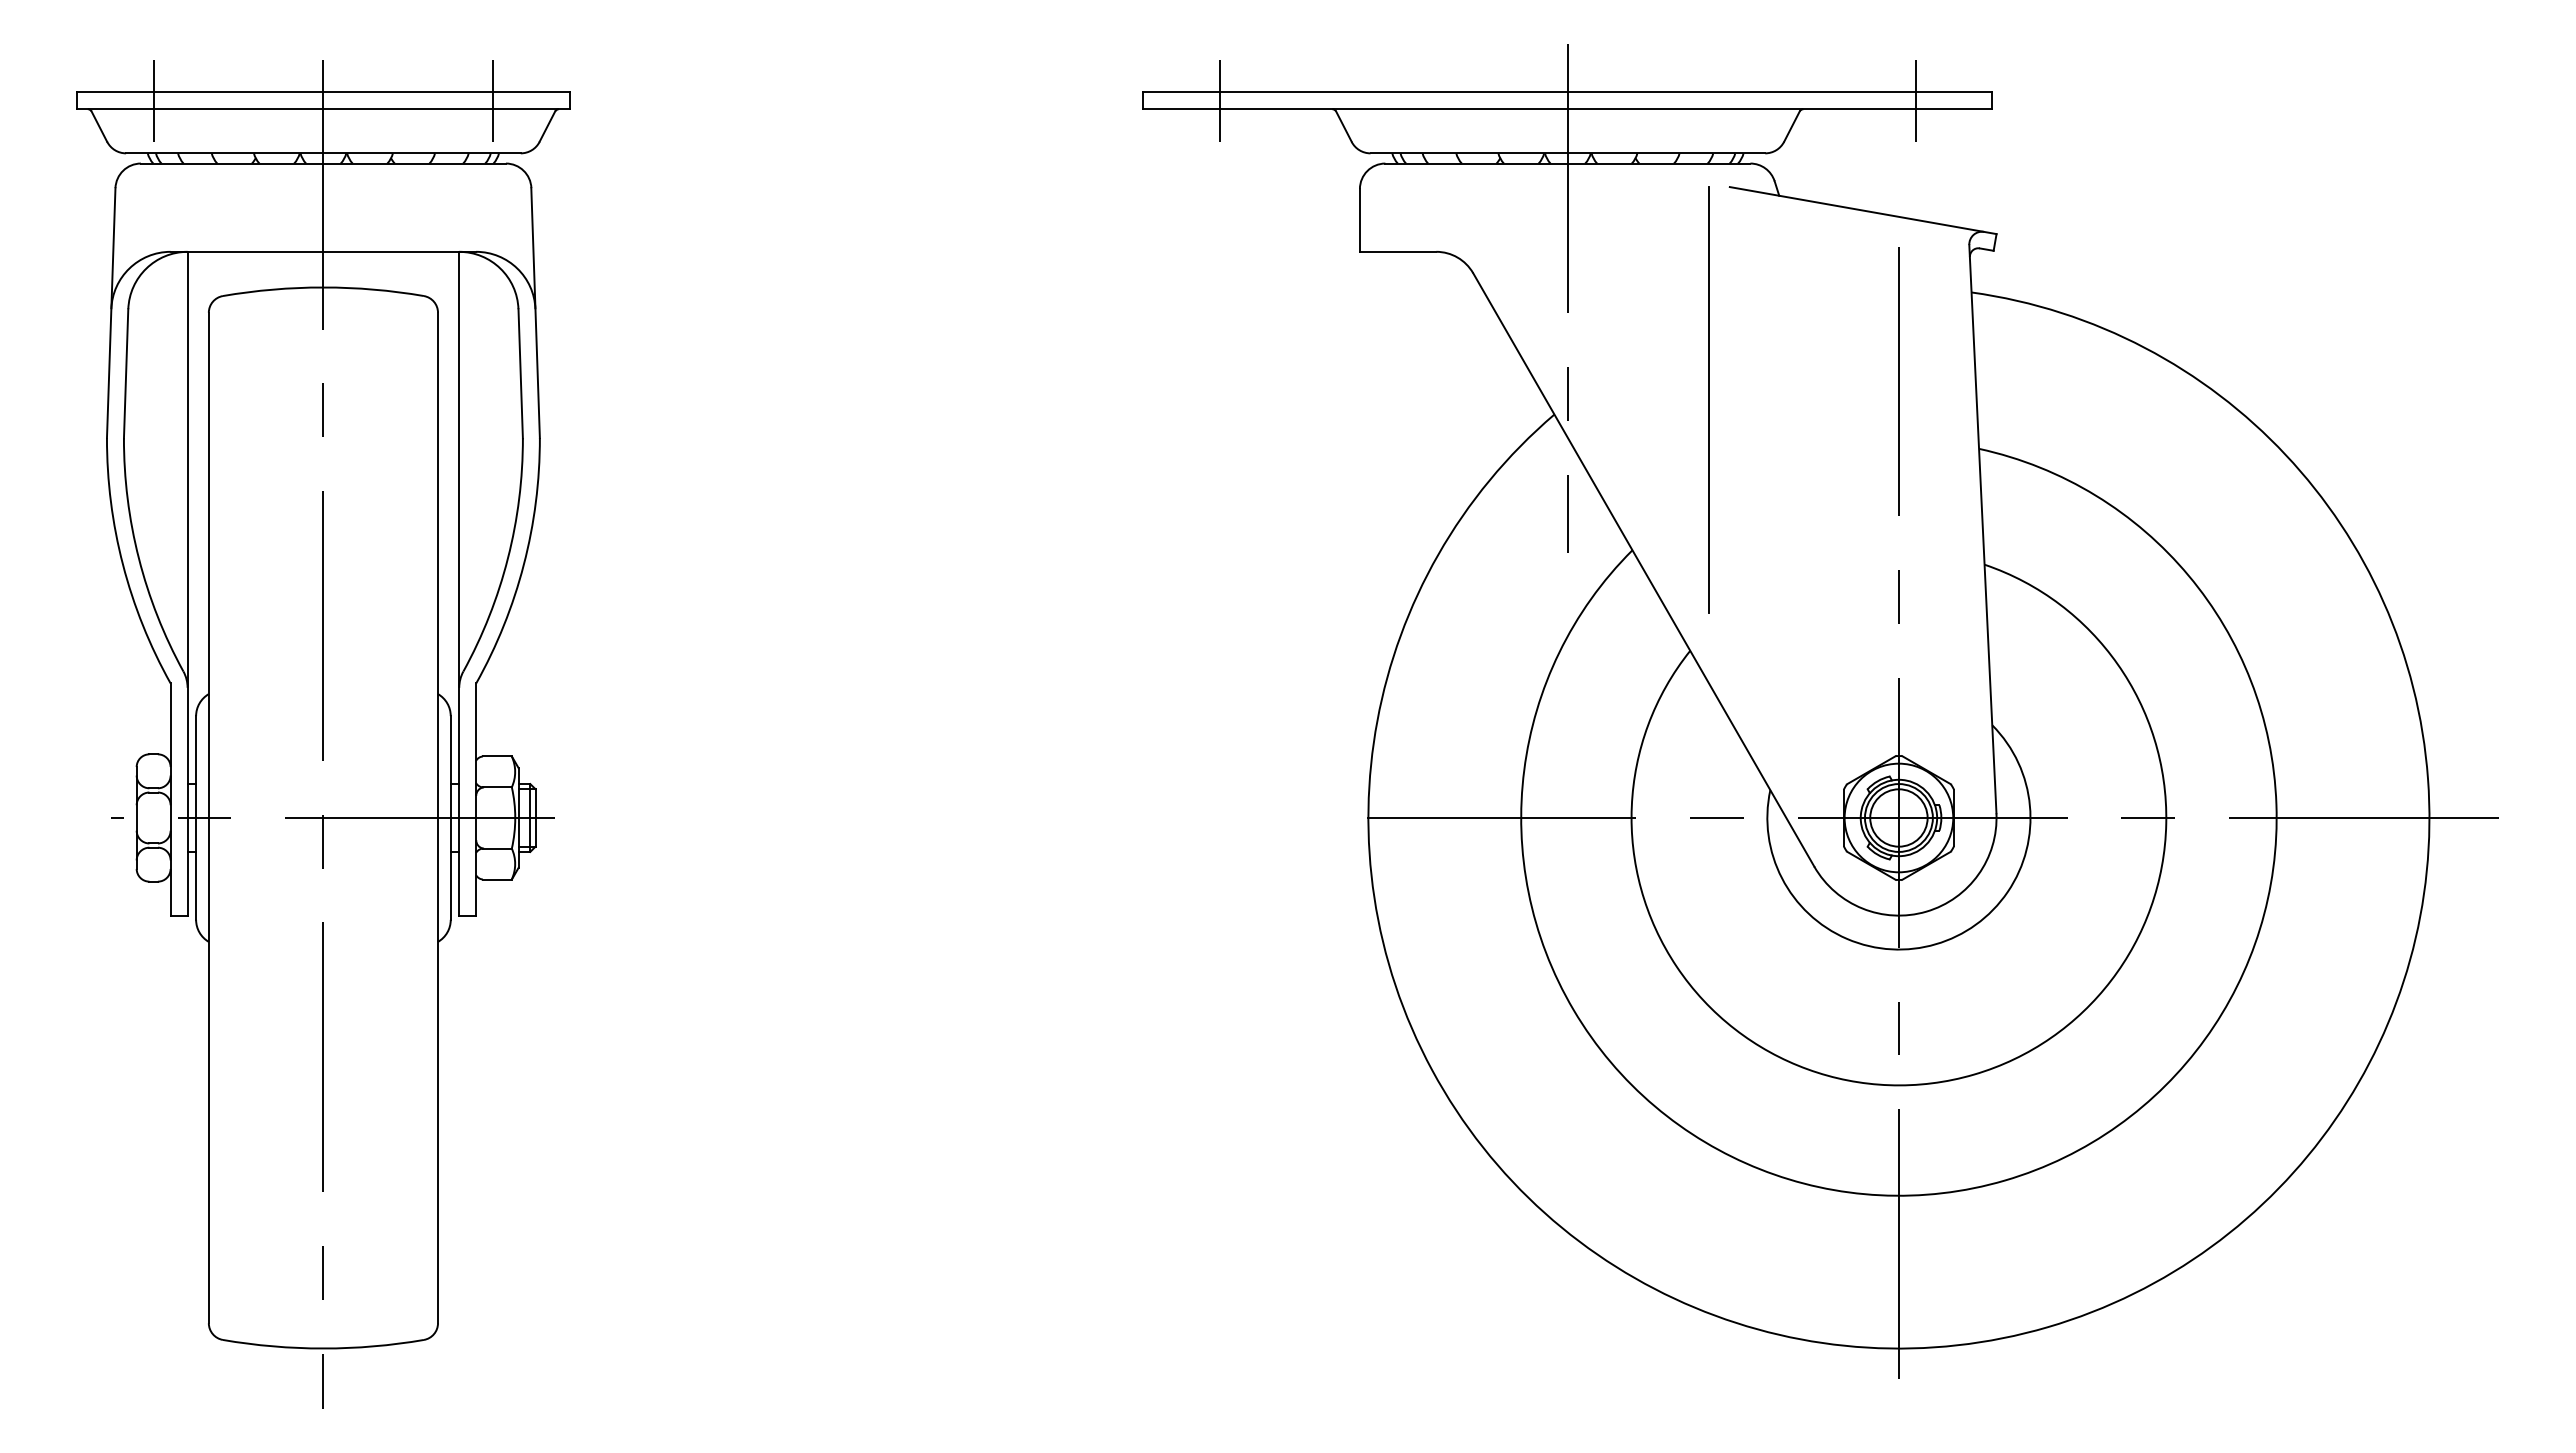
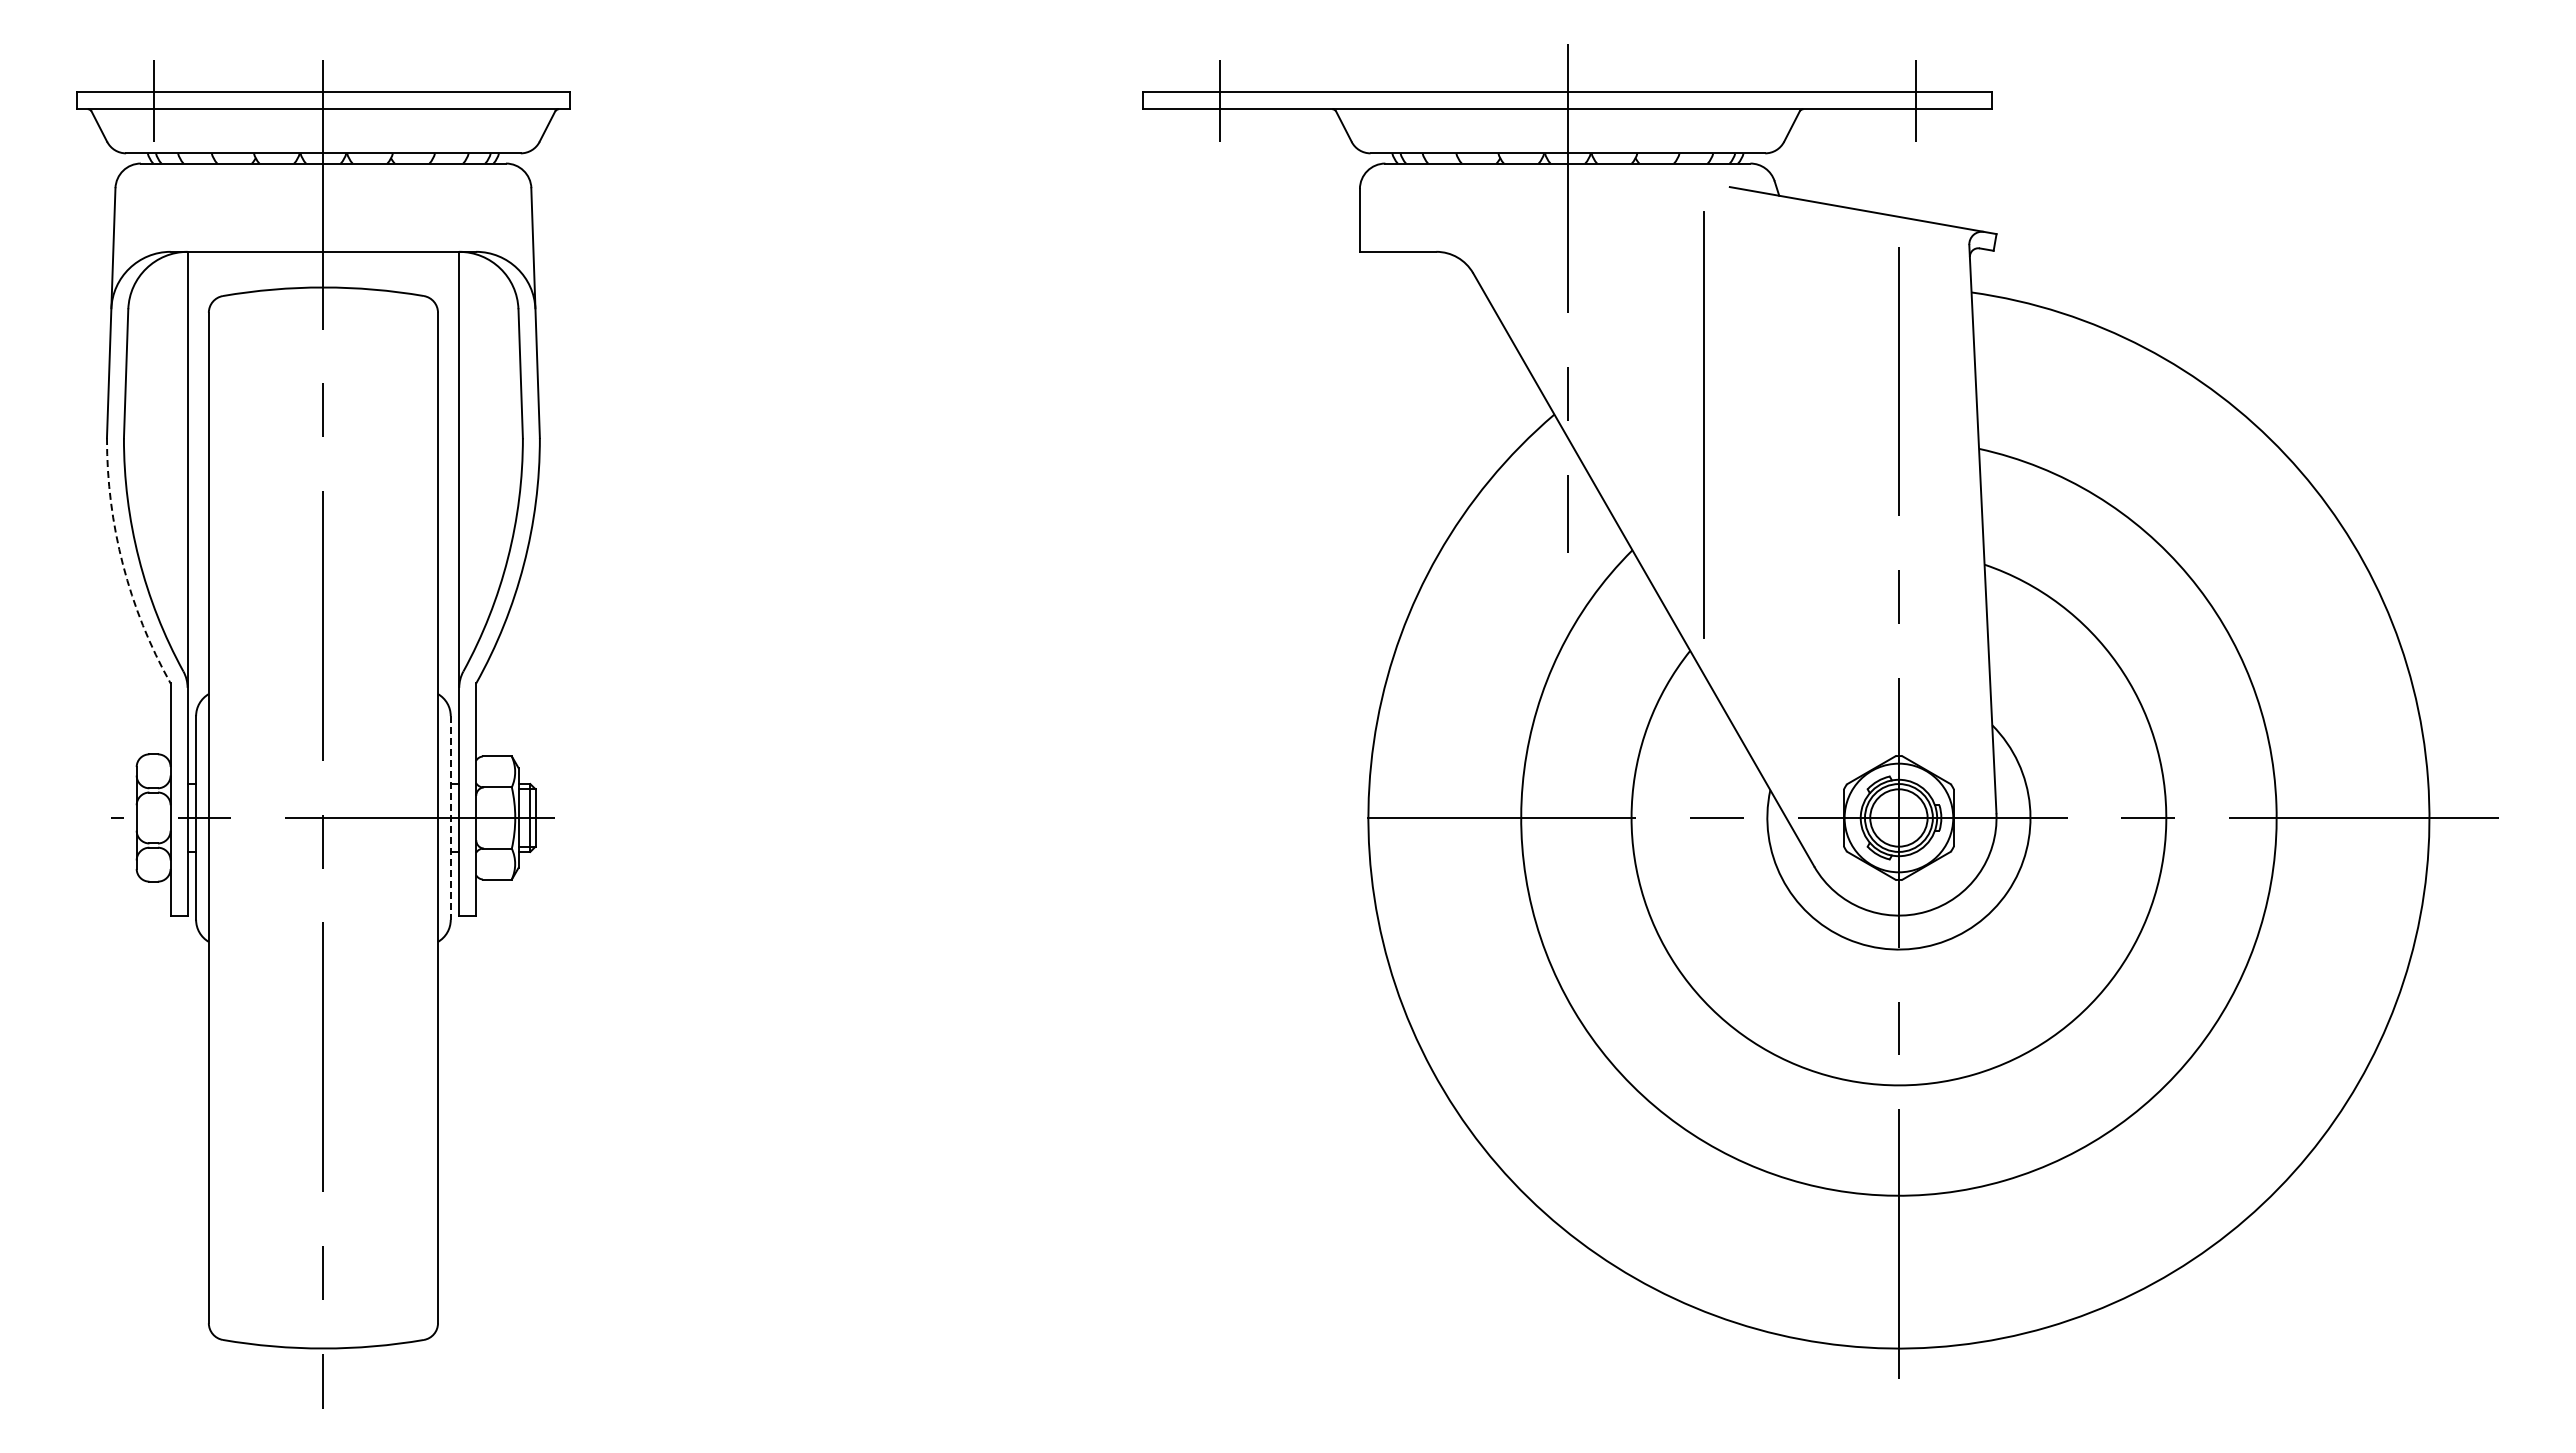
line at (493, 100): present -> none
line at (1708, 399) position: (1708, 399) -> (1703, 424)
arc at (123, 564): solid -> dashed
line at (450, 818): solid -> dashed
